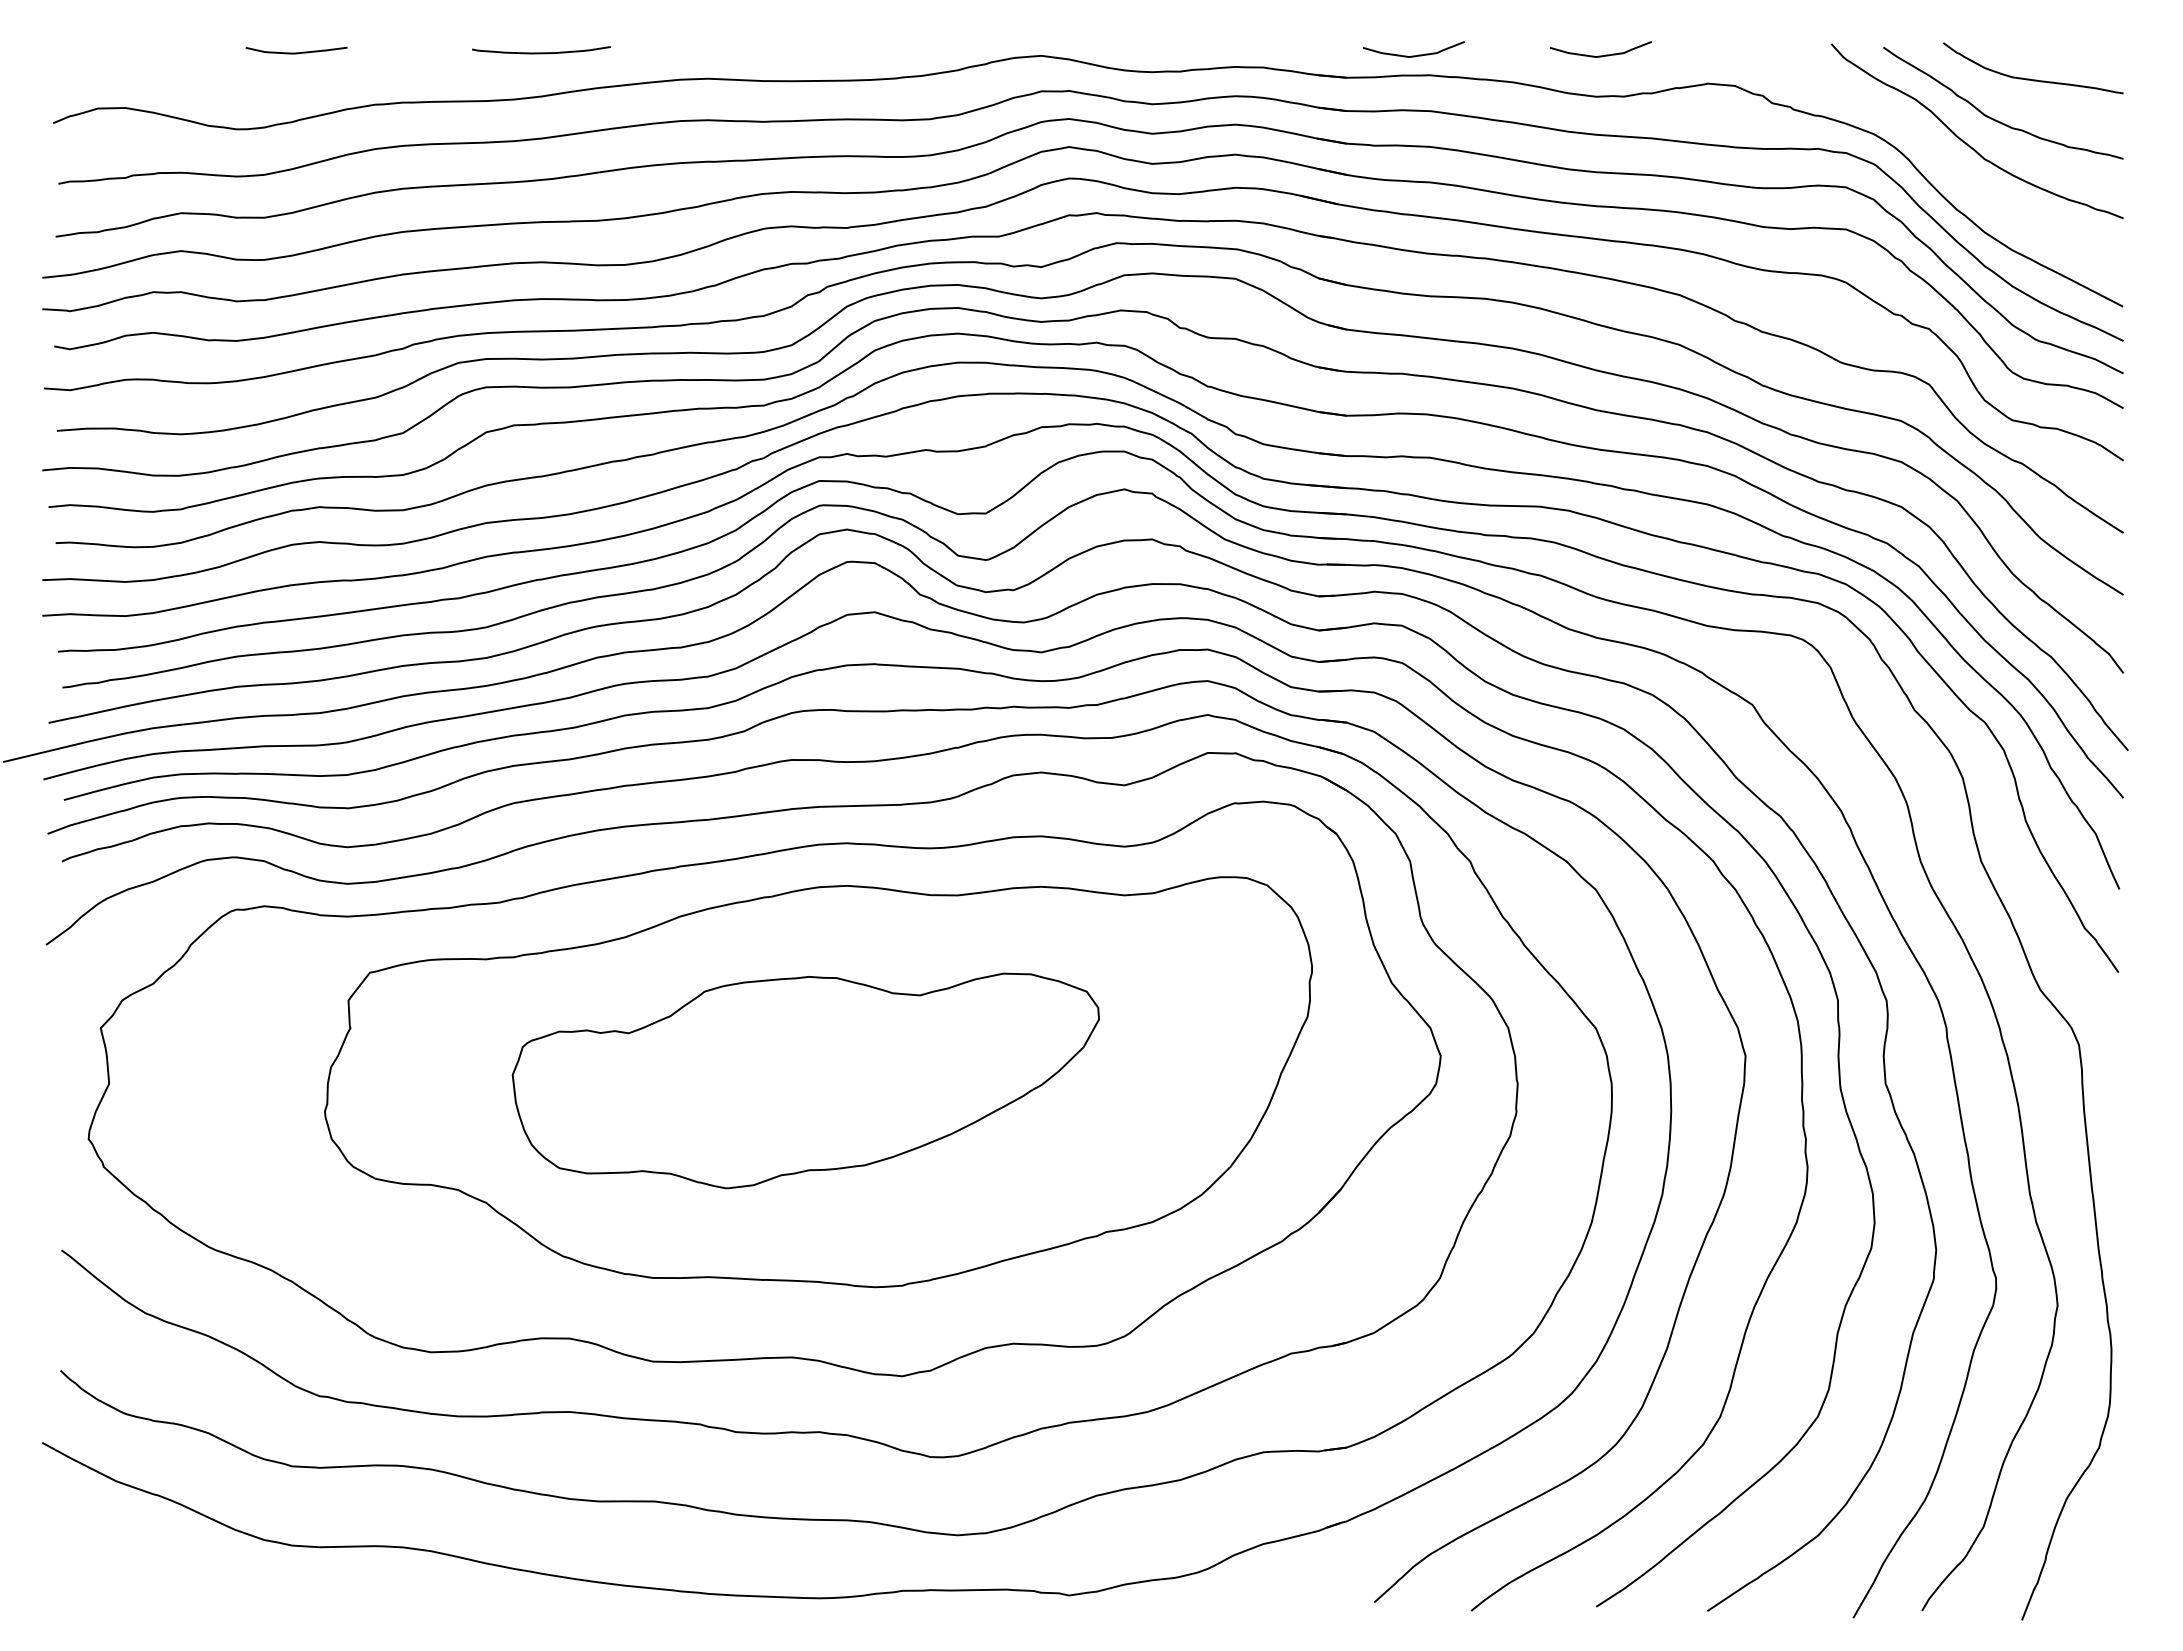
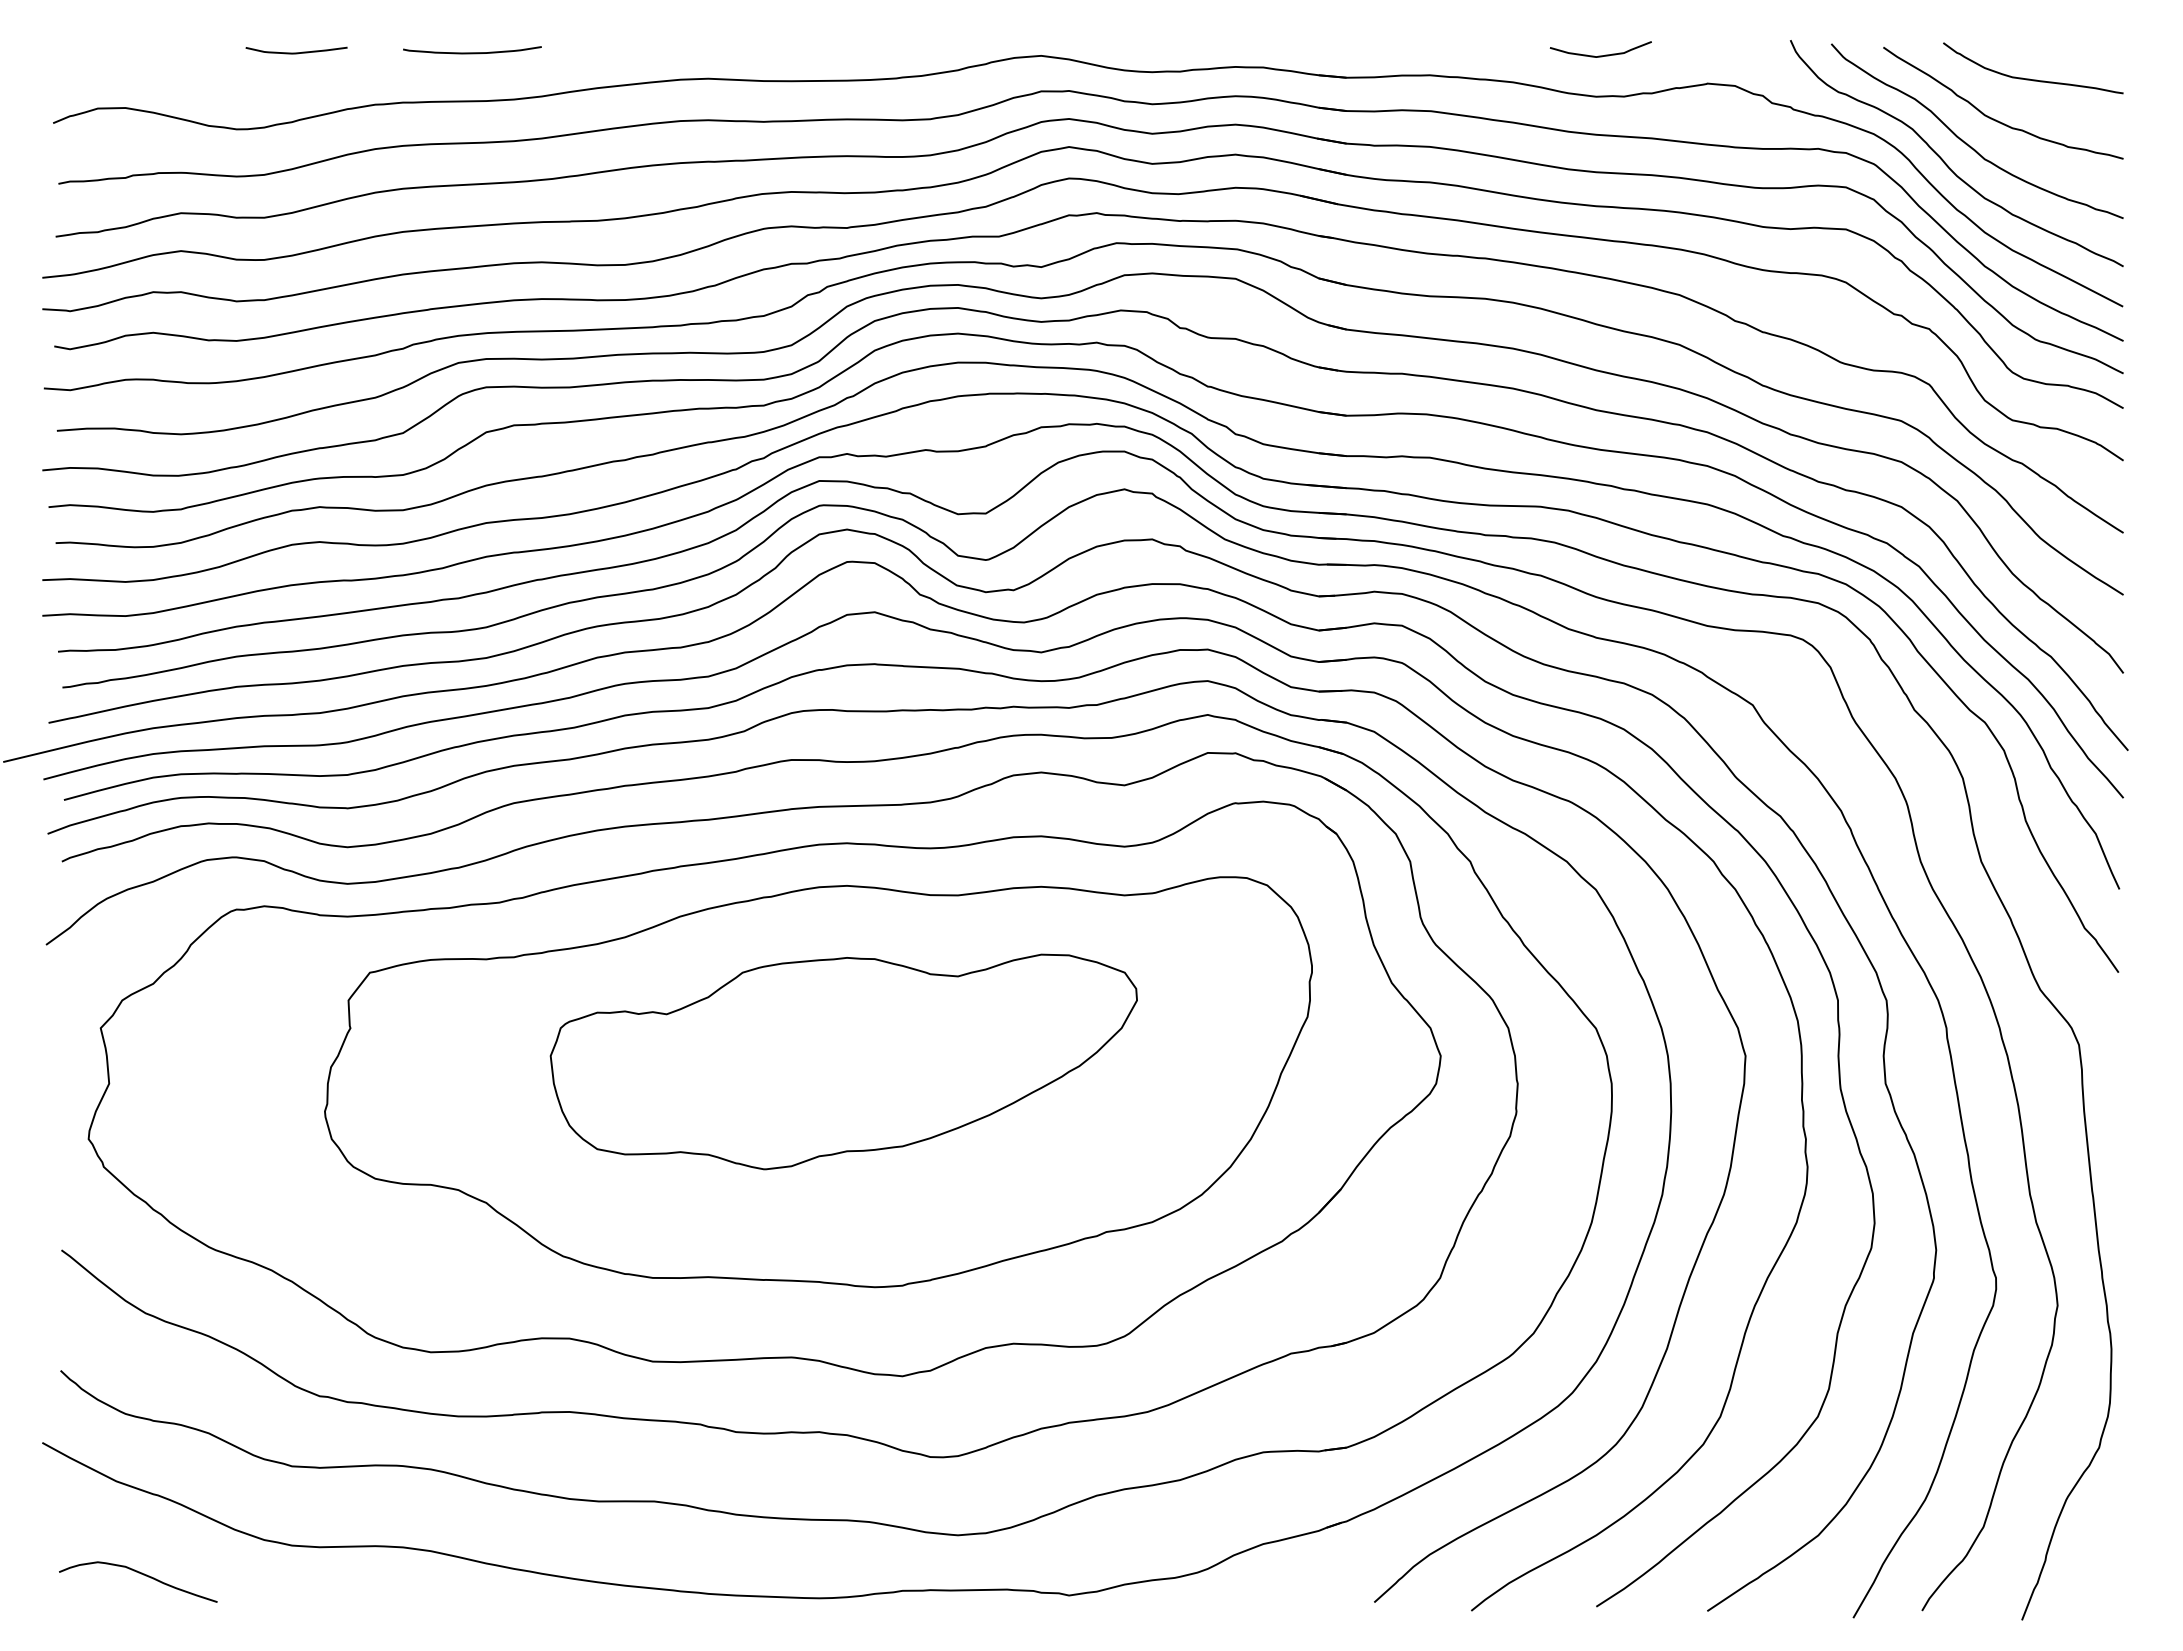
curve at (541, 52) position: (541, 52) -> (472, 52)
curve at (1413, 55): present -> none
curve at (1946, 163): none -> present
part at (805, 1080) position: (805, 1080) -> (843, 1061)
curve at (141, 1574): none -> present
